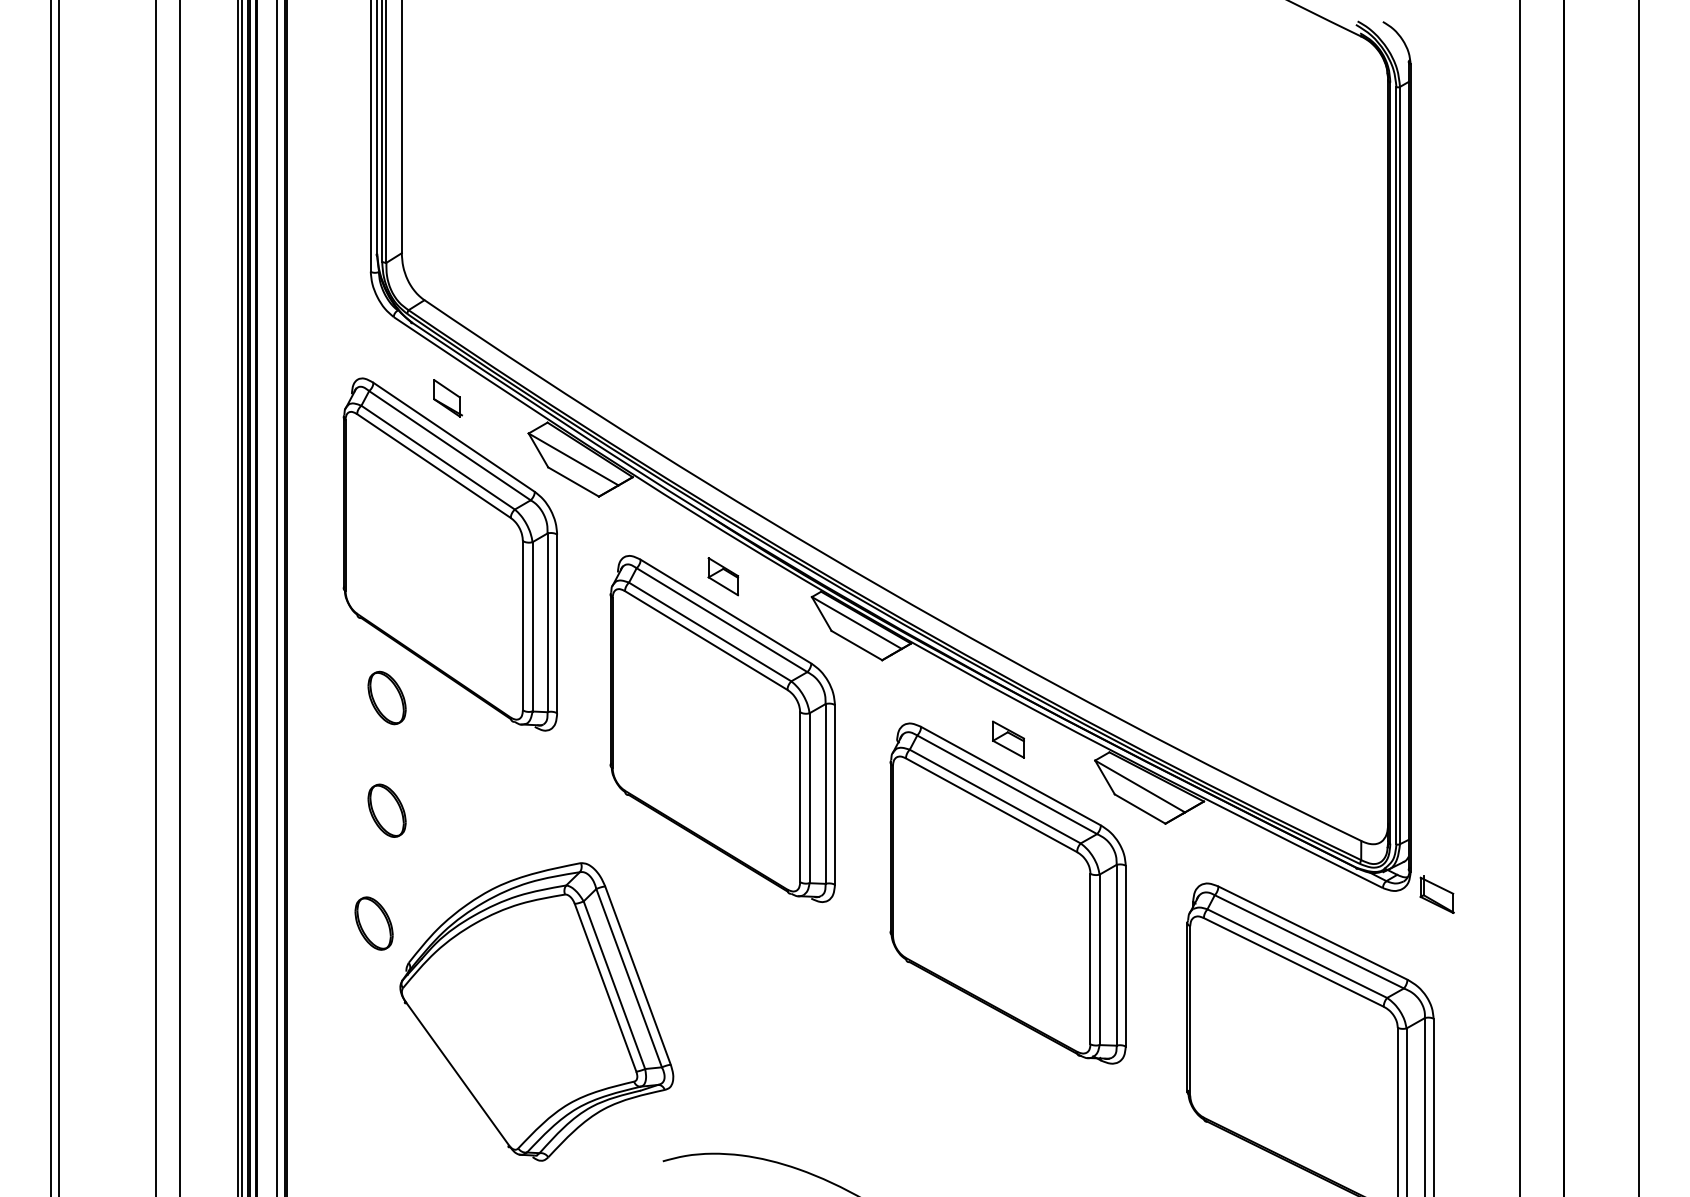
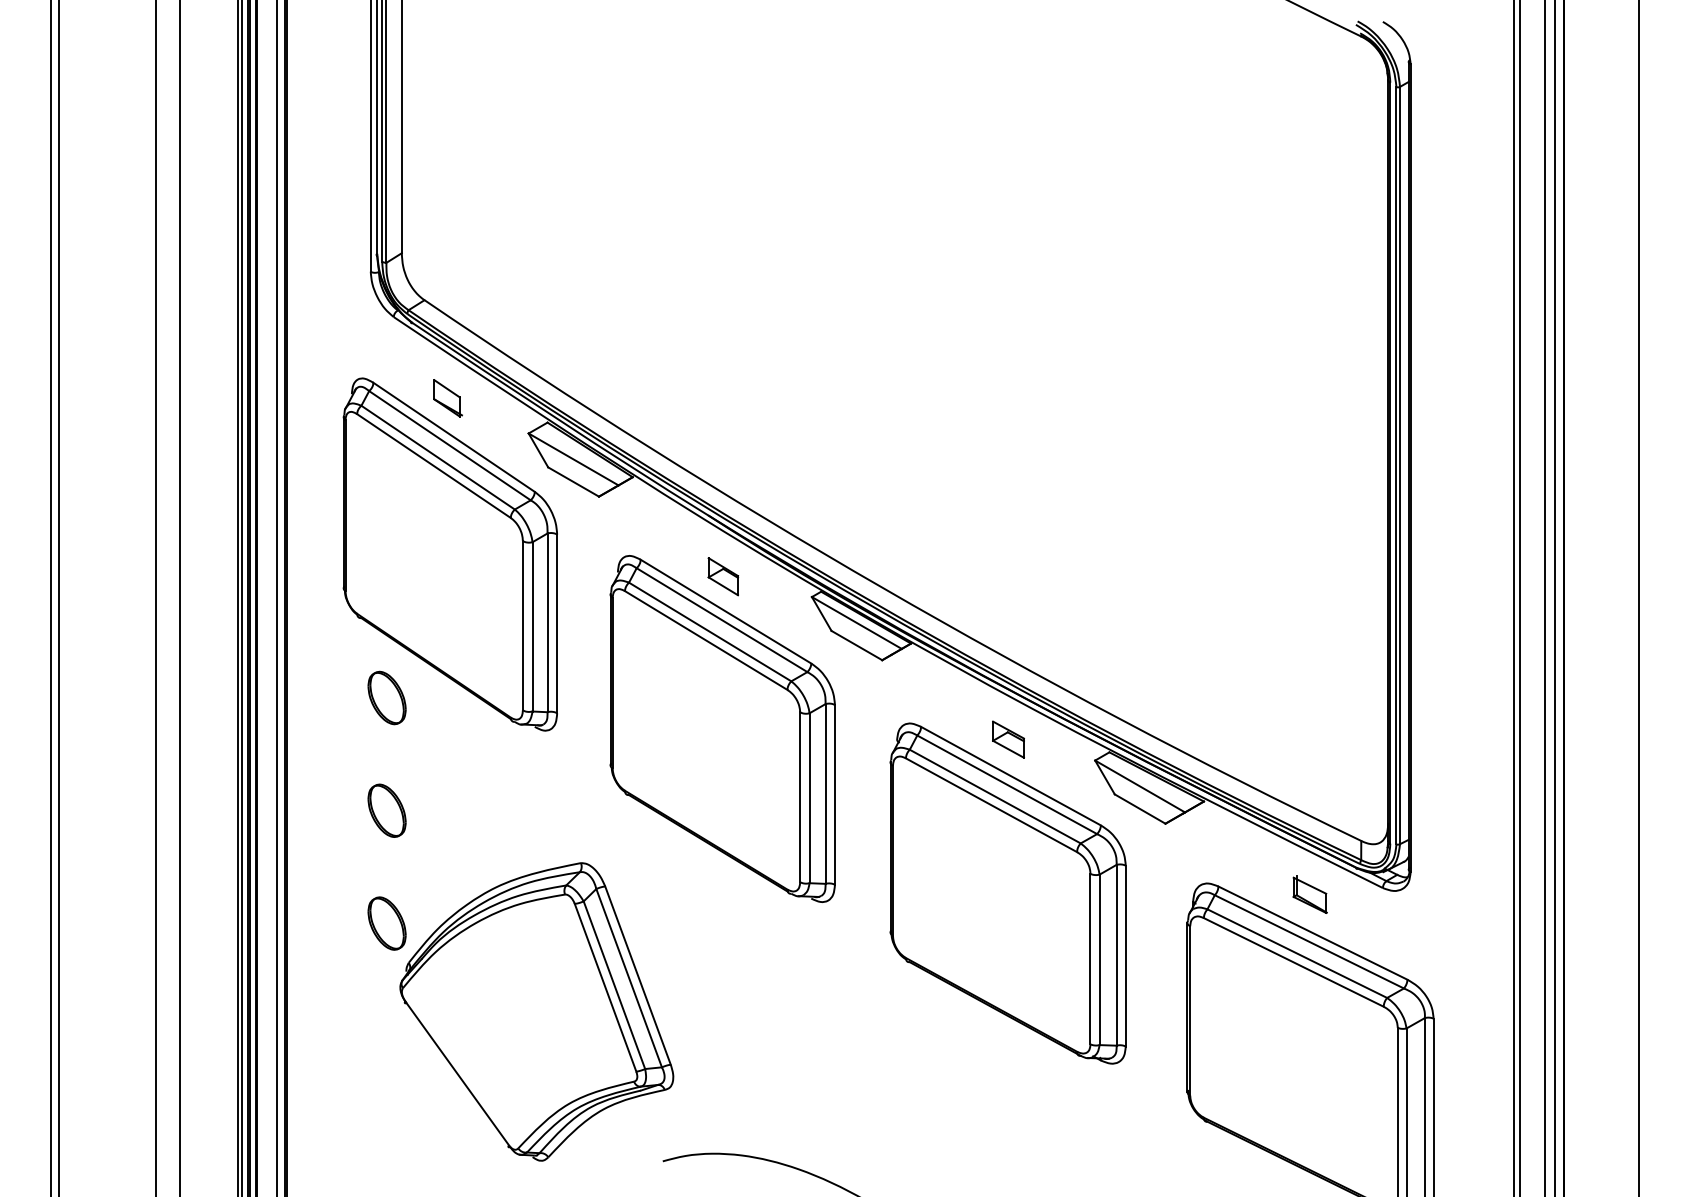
line at (1514, 597): none -> present
line at (1544, 597): none -> present
line at (1555, 597): none -> present
part at (1436, 894) position: (1436, 894) -> (1309, 894)
part at (373, 923) position: (373, 923) -> (386, 923)
